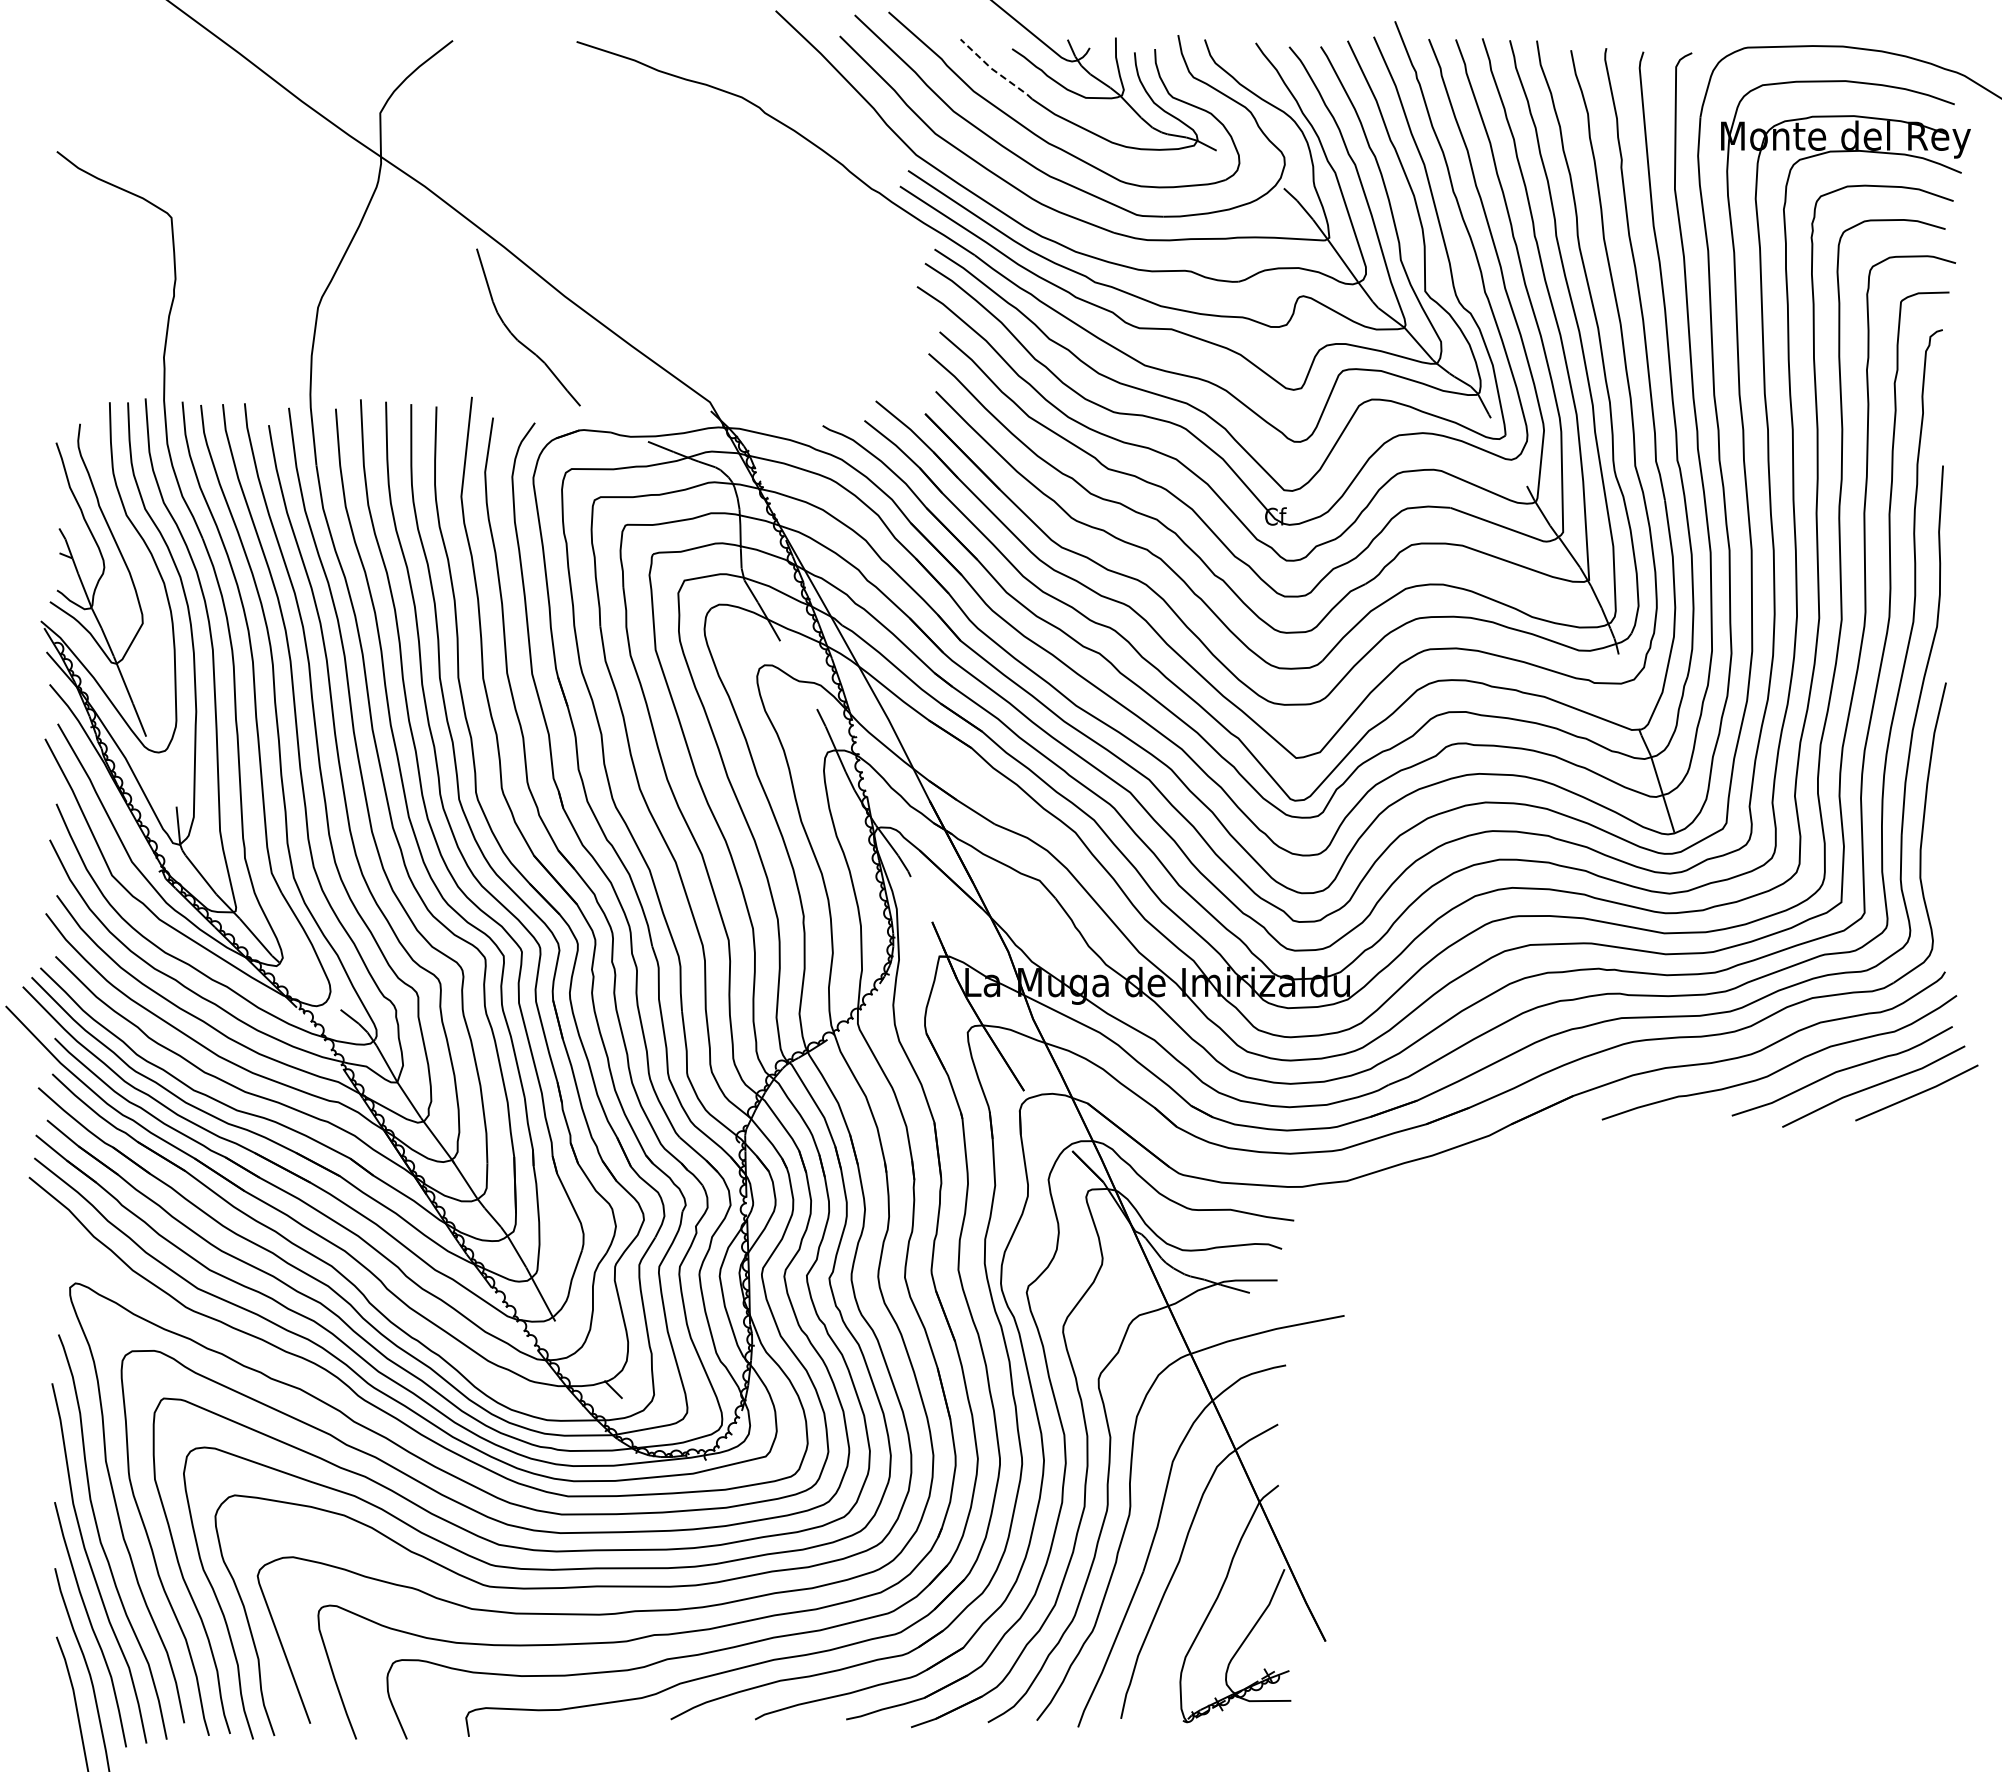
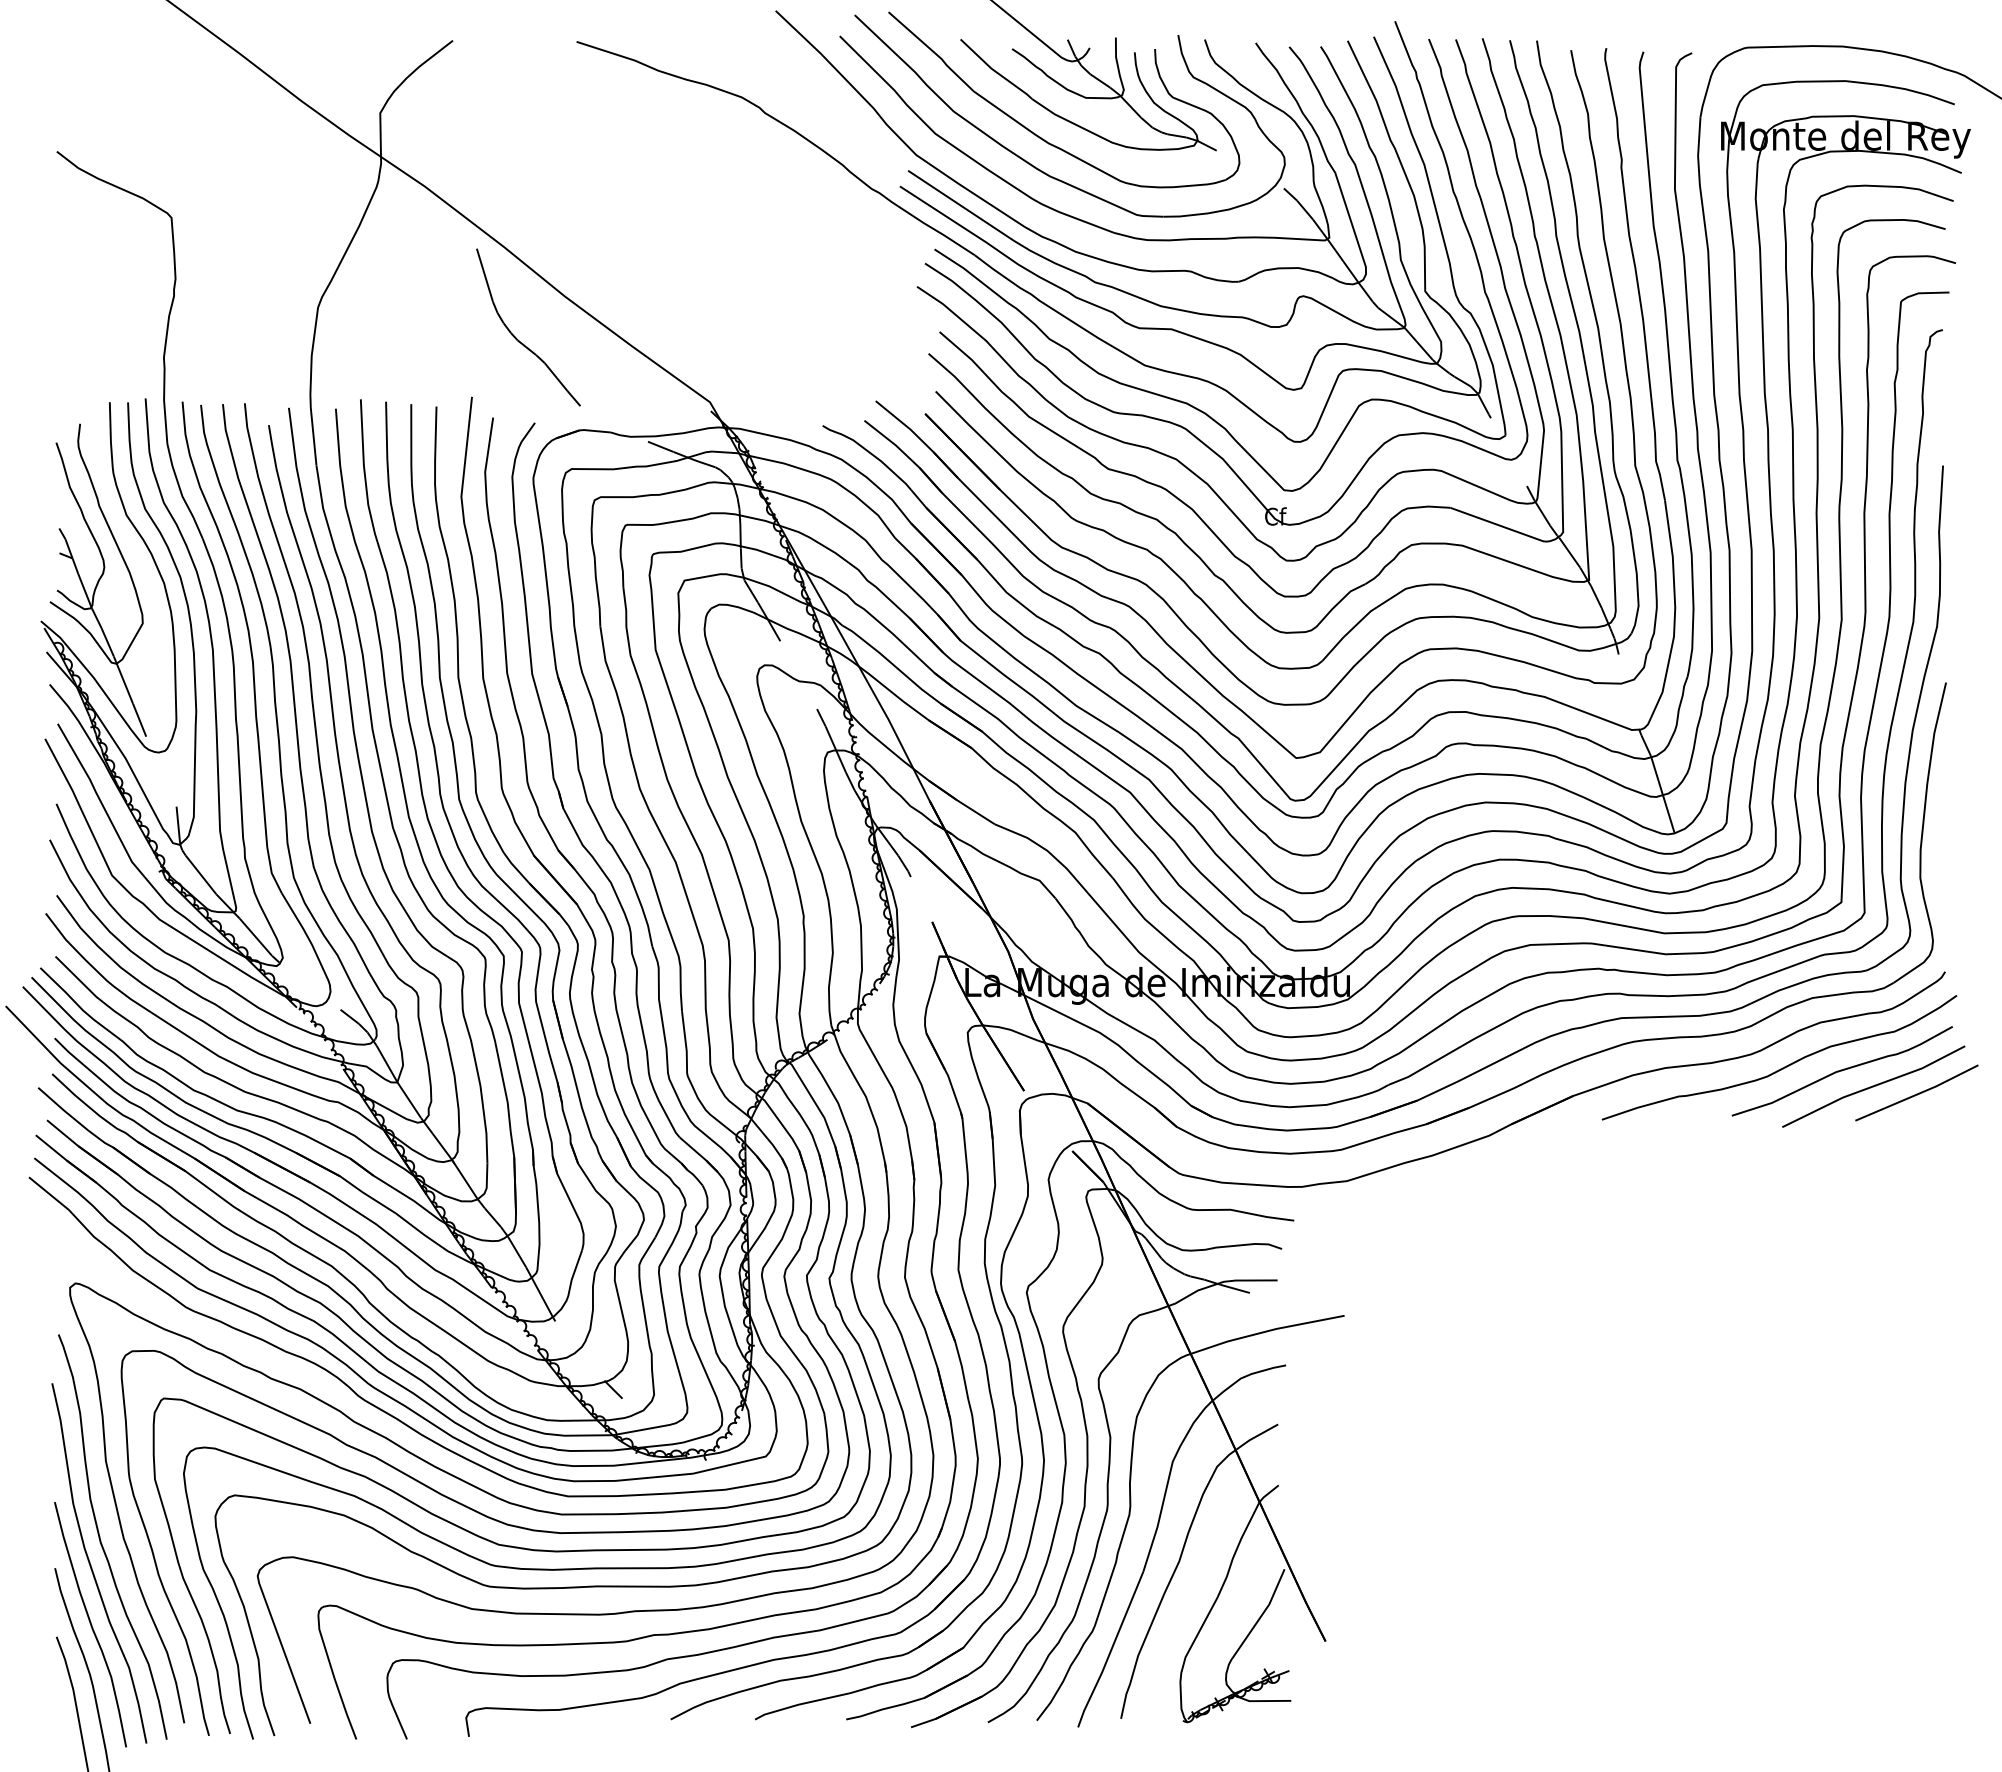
line at (994, 70): dashed -> solid
